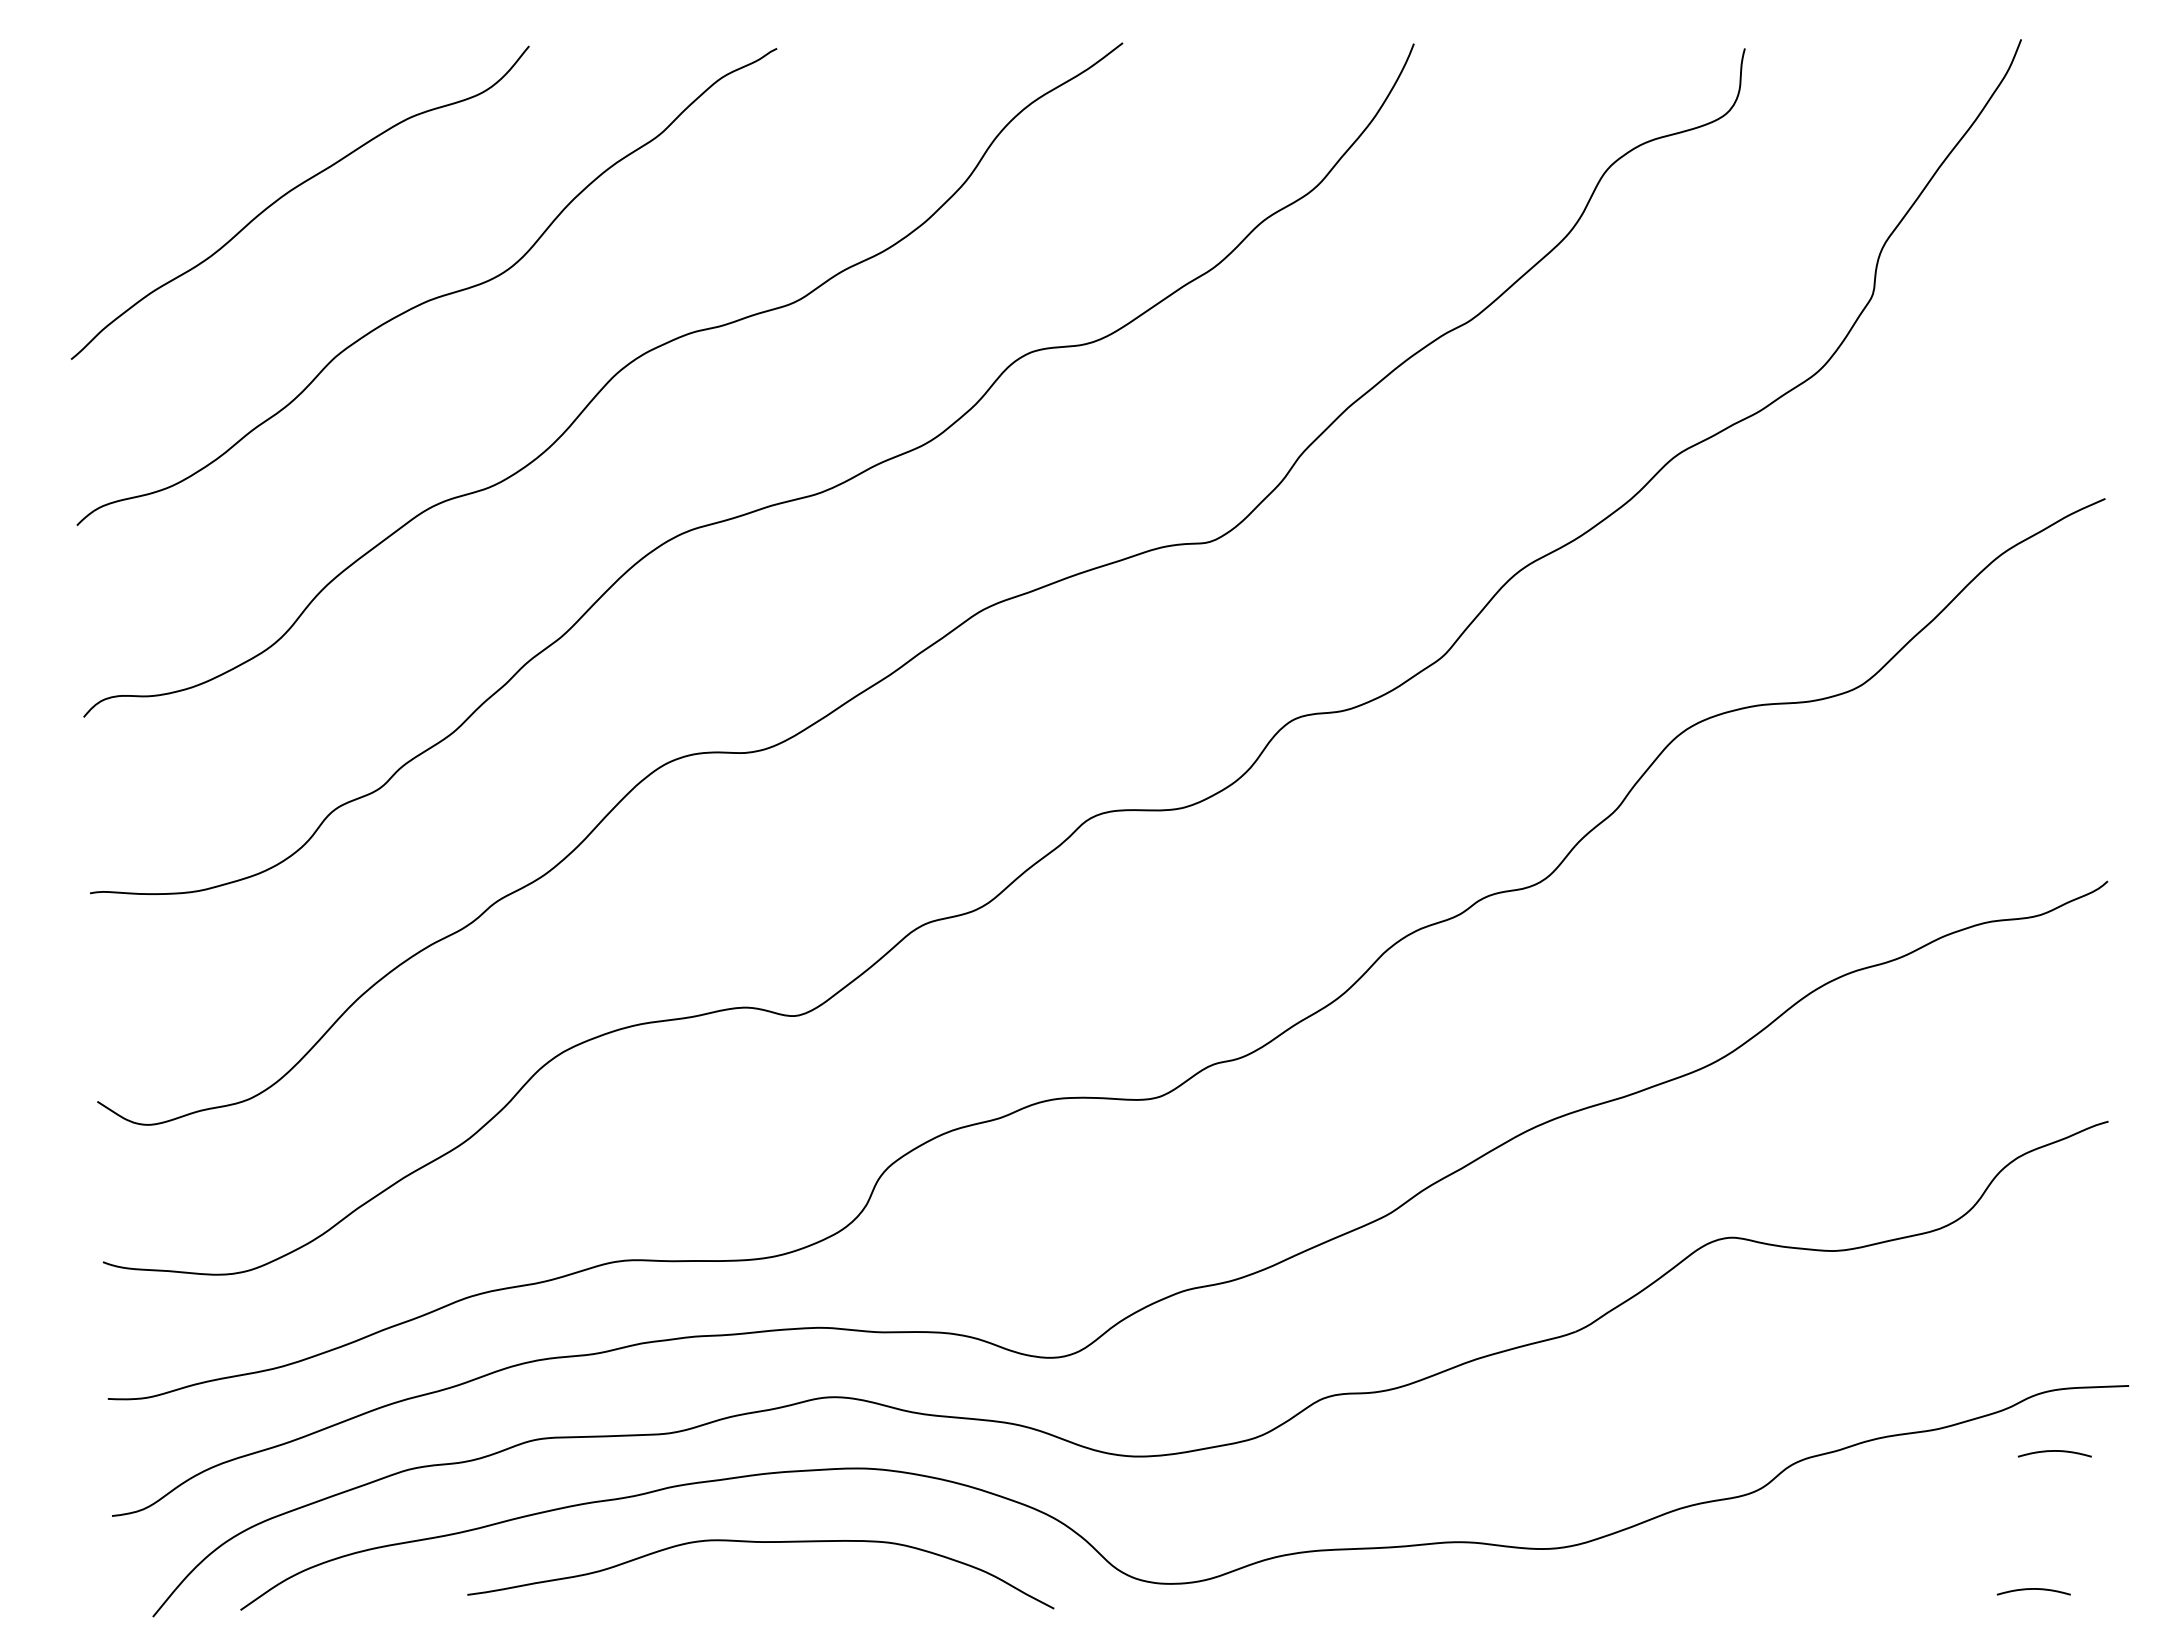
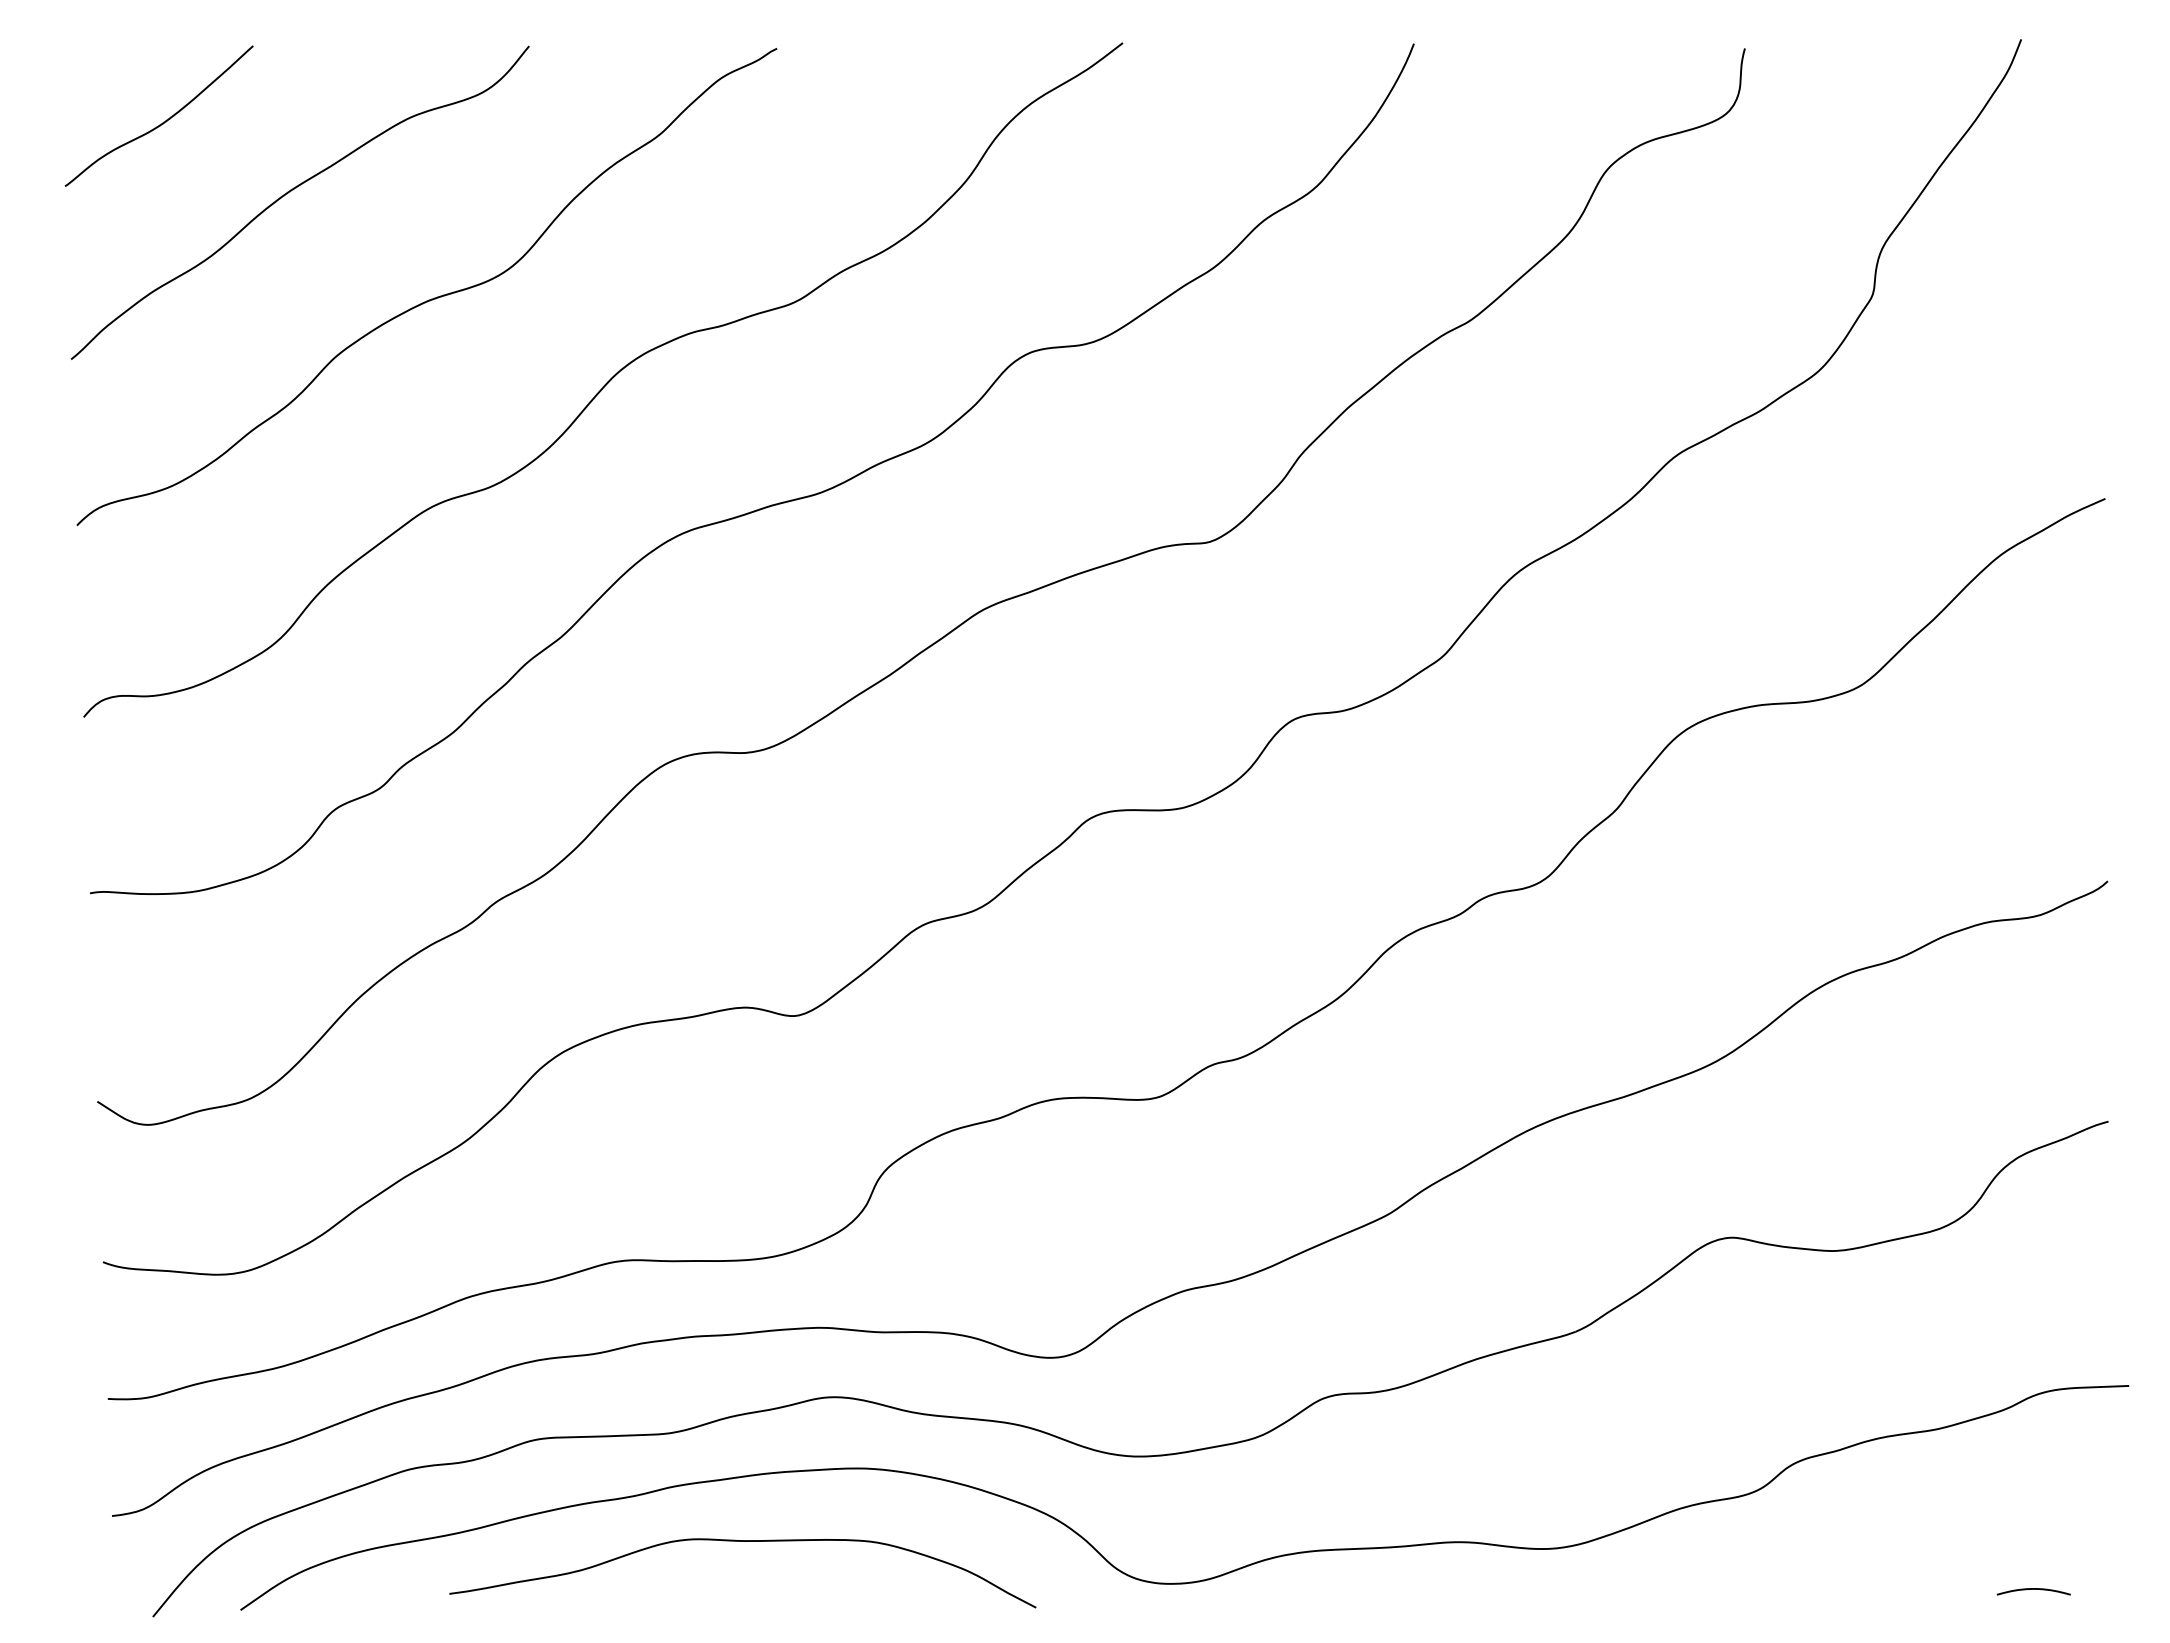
curve at (162, 122): none -> present
curve at (2054, 1451): present -> none
curve at (760, 1542) position: (760, 1542) -> (742, 1541)
